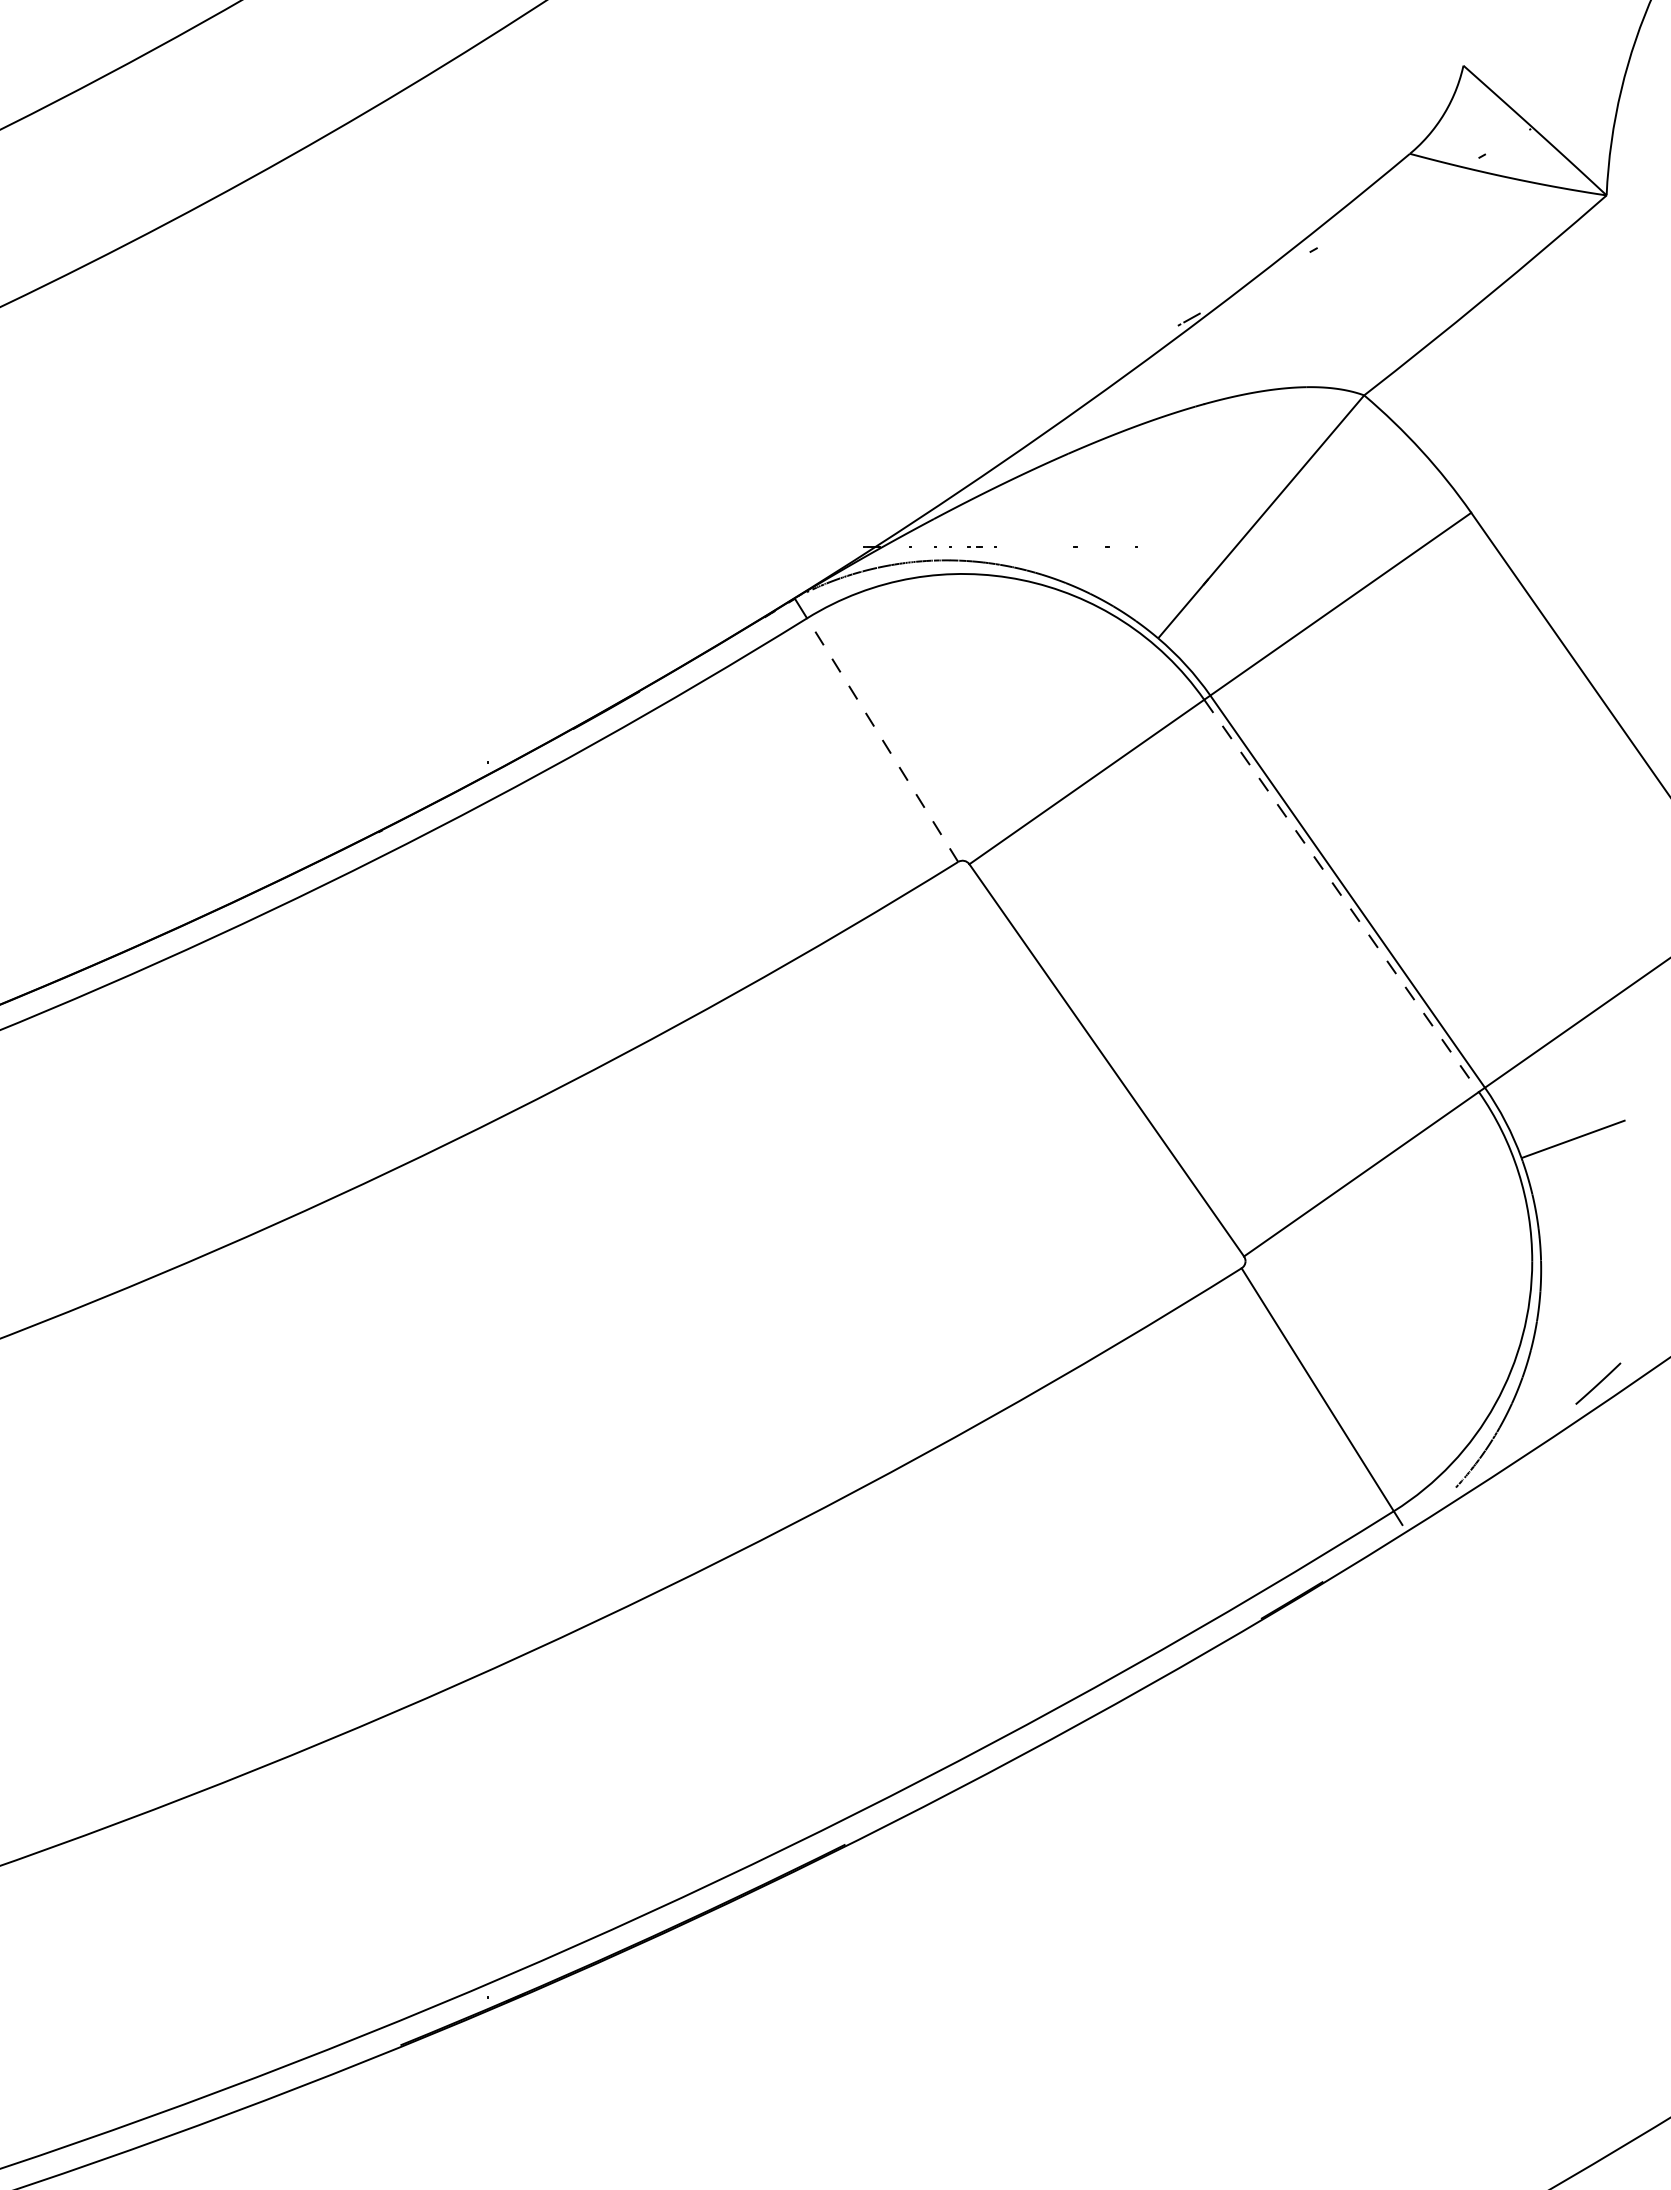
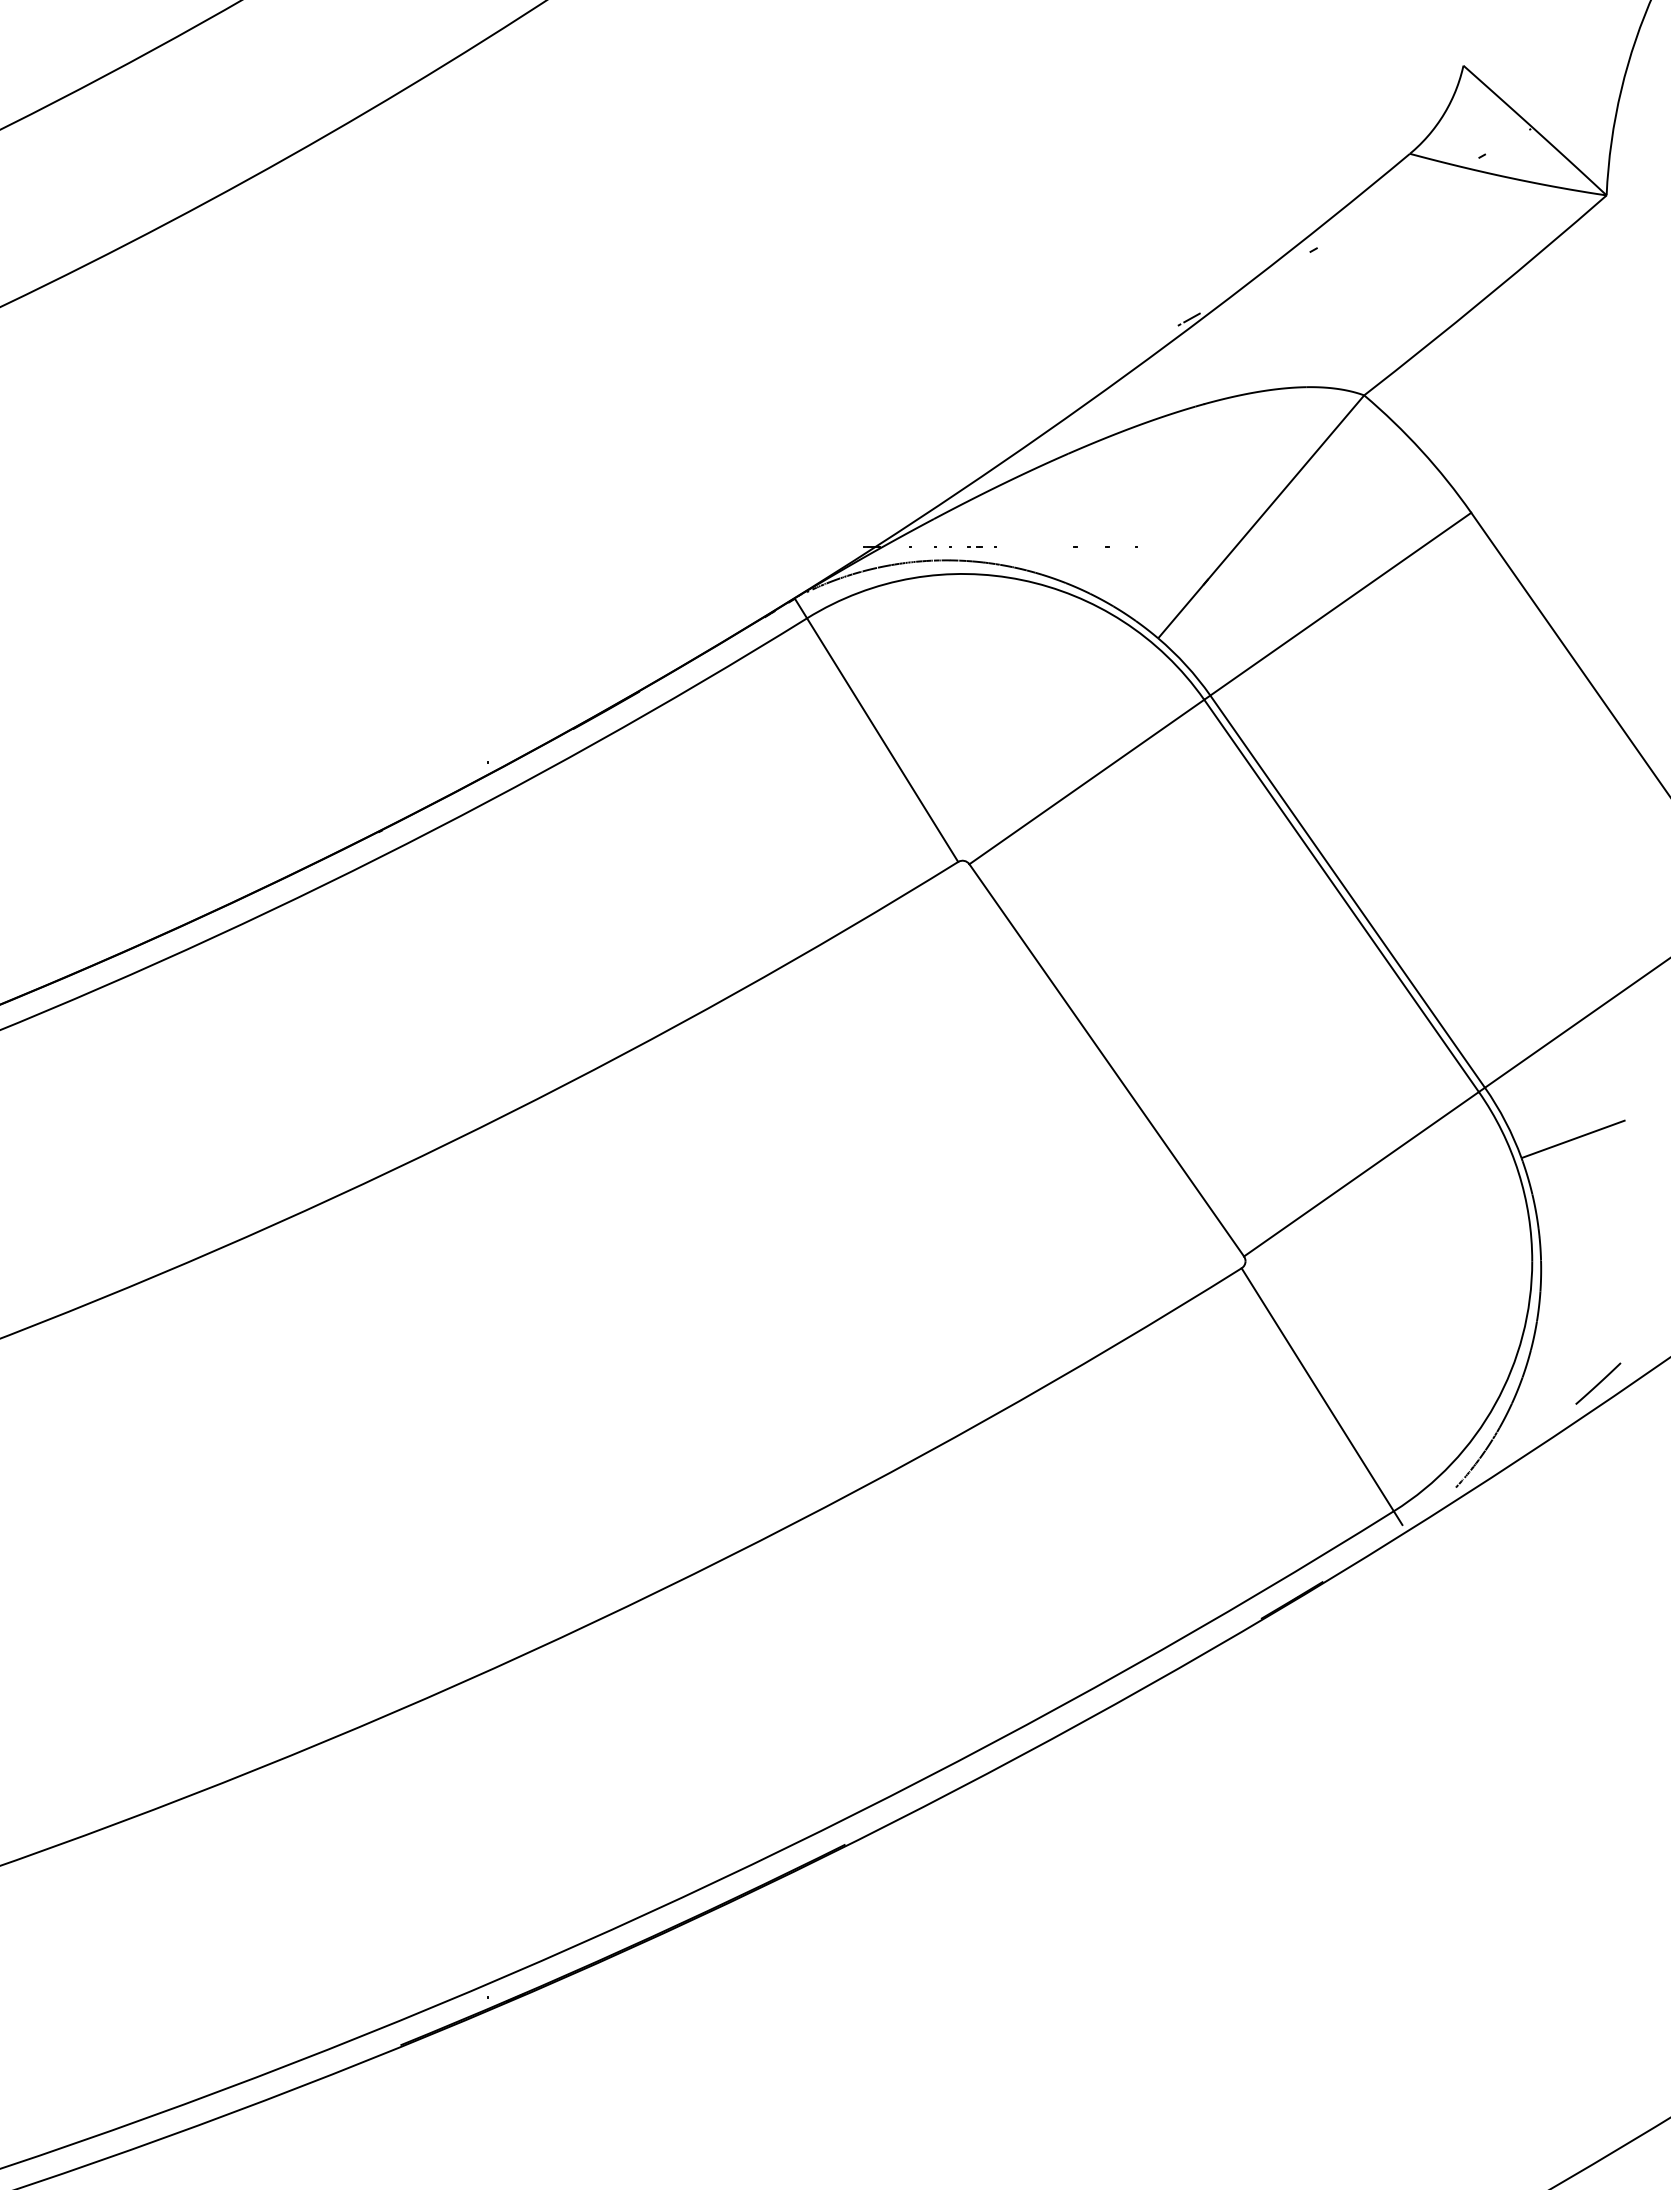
line at (882, 739): dashed -> solid
line at (1341, 896): dashed -> solid
